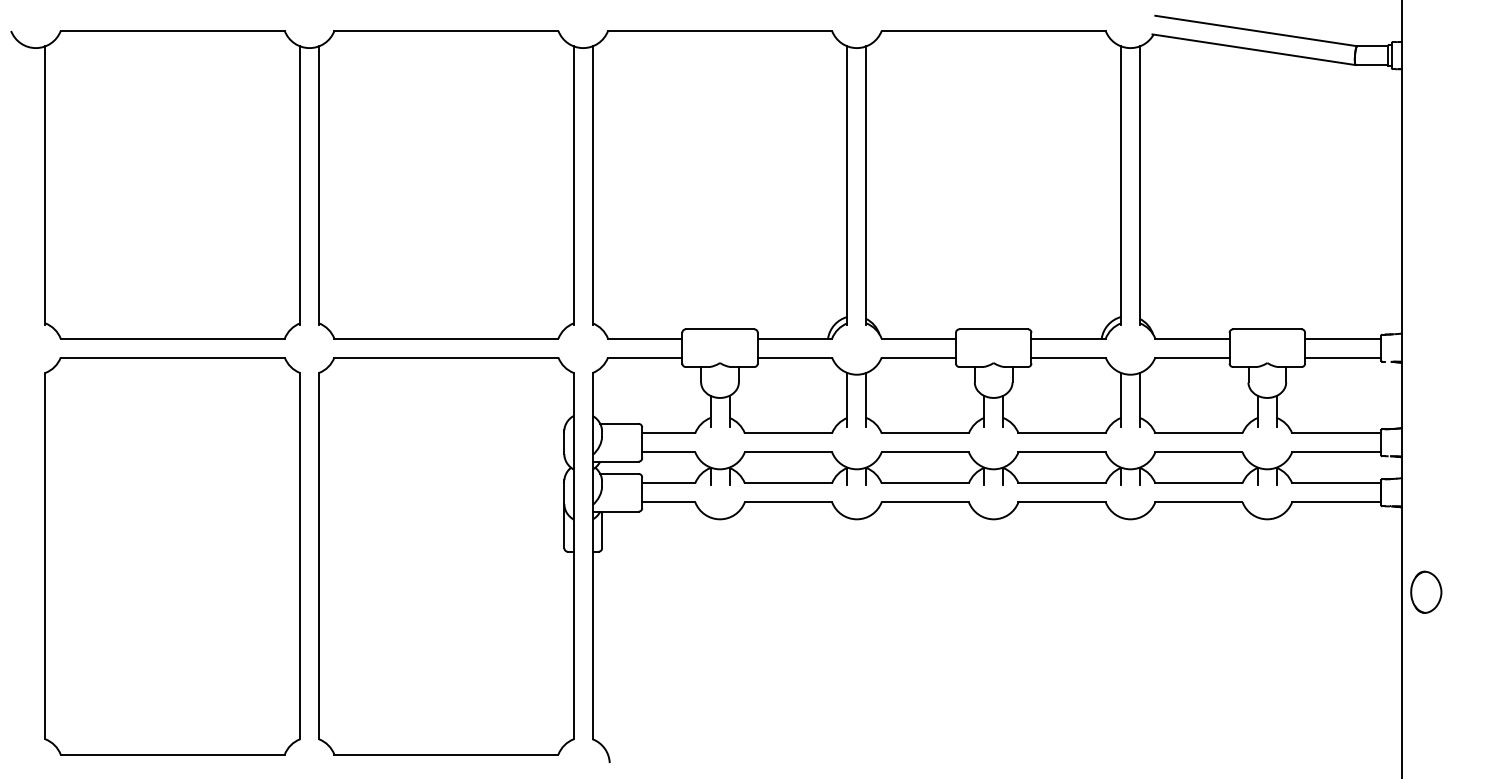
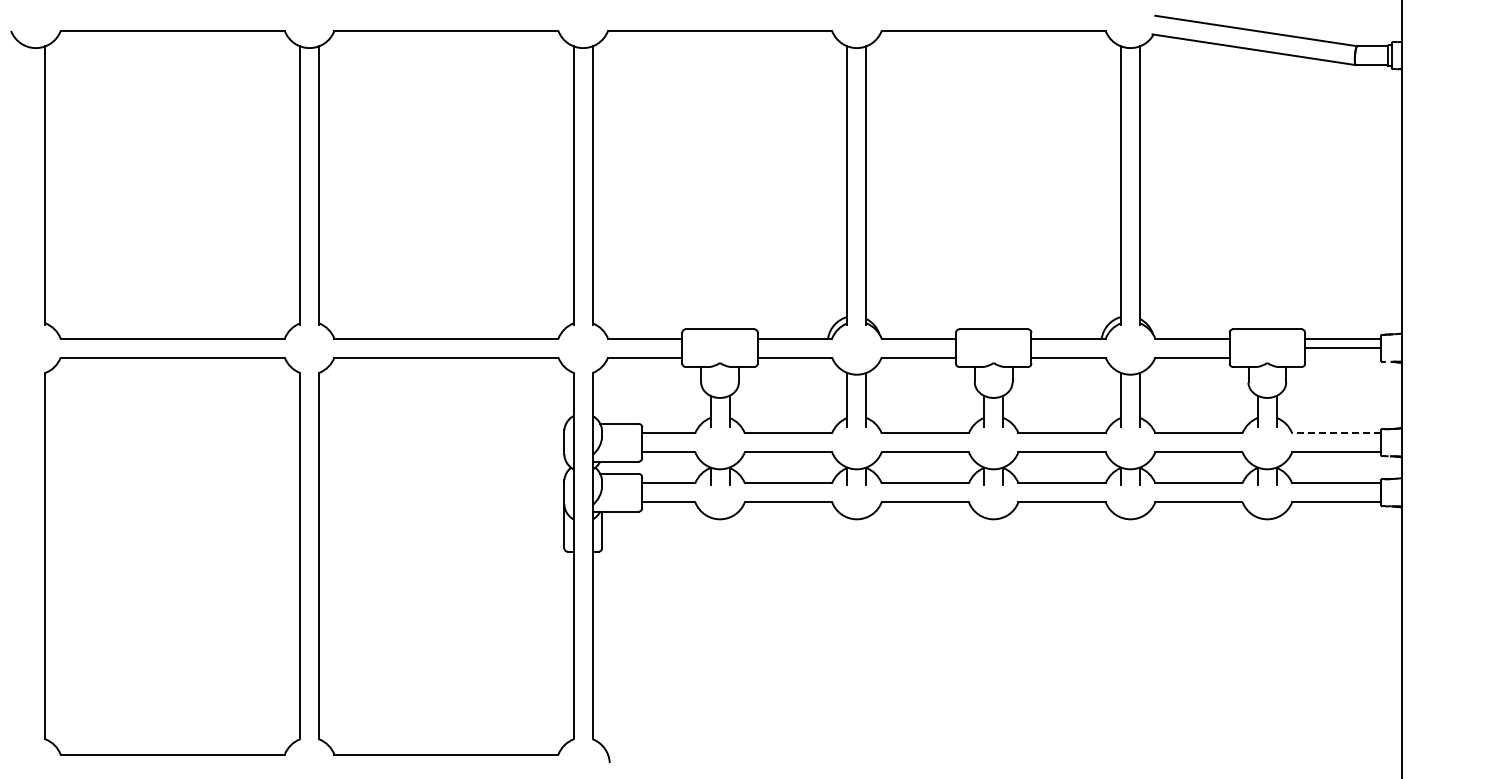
line at (1343, 357) position: (1343, 357) -> (1343, 347)
line at (1336, 433): solid -> dashed
part at (1426, 591): present -> none
